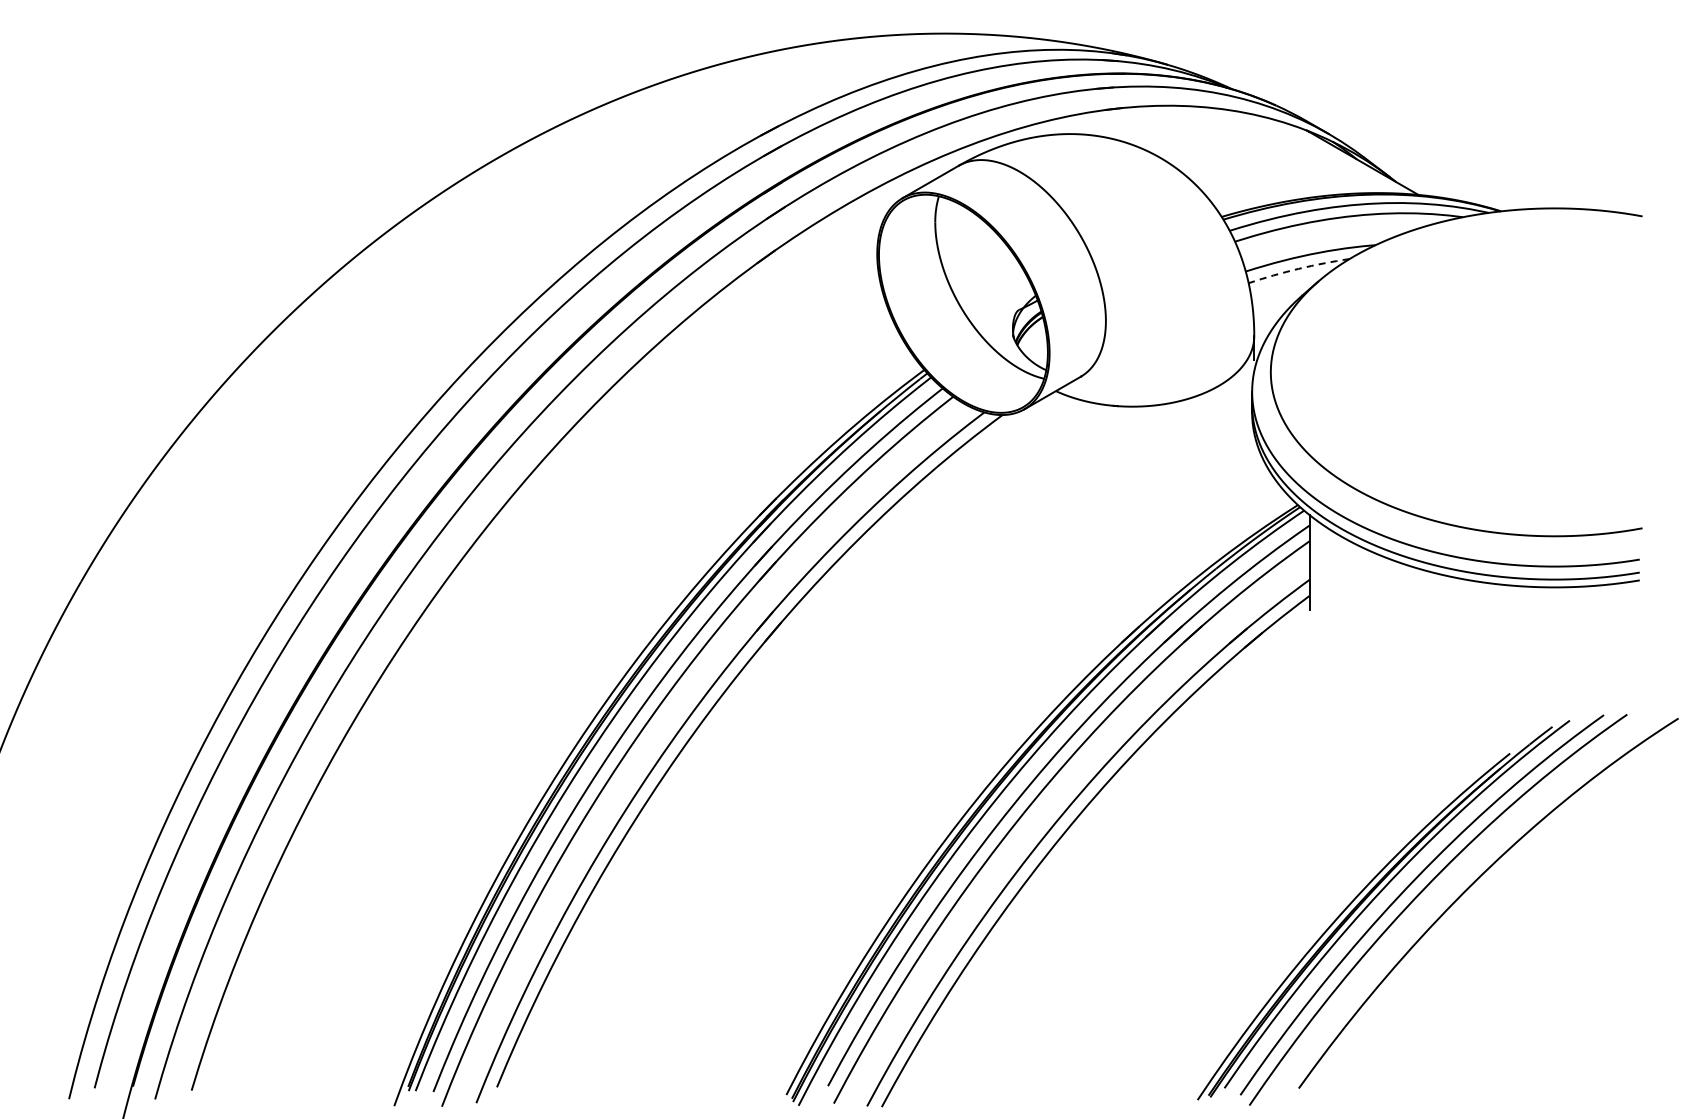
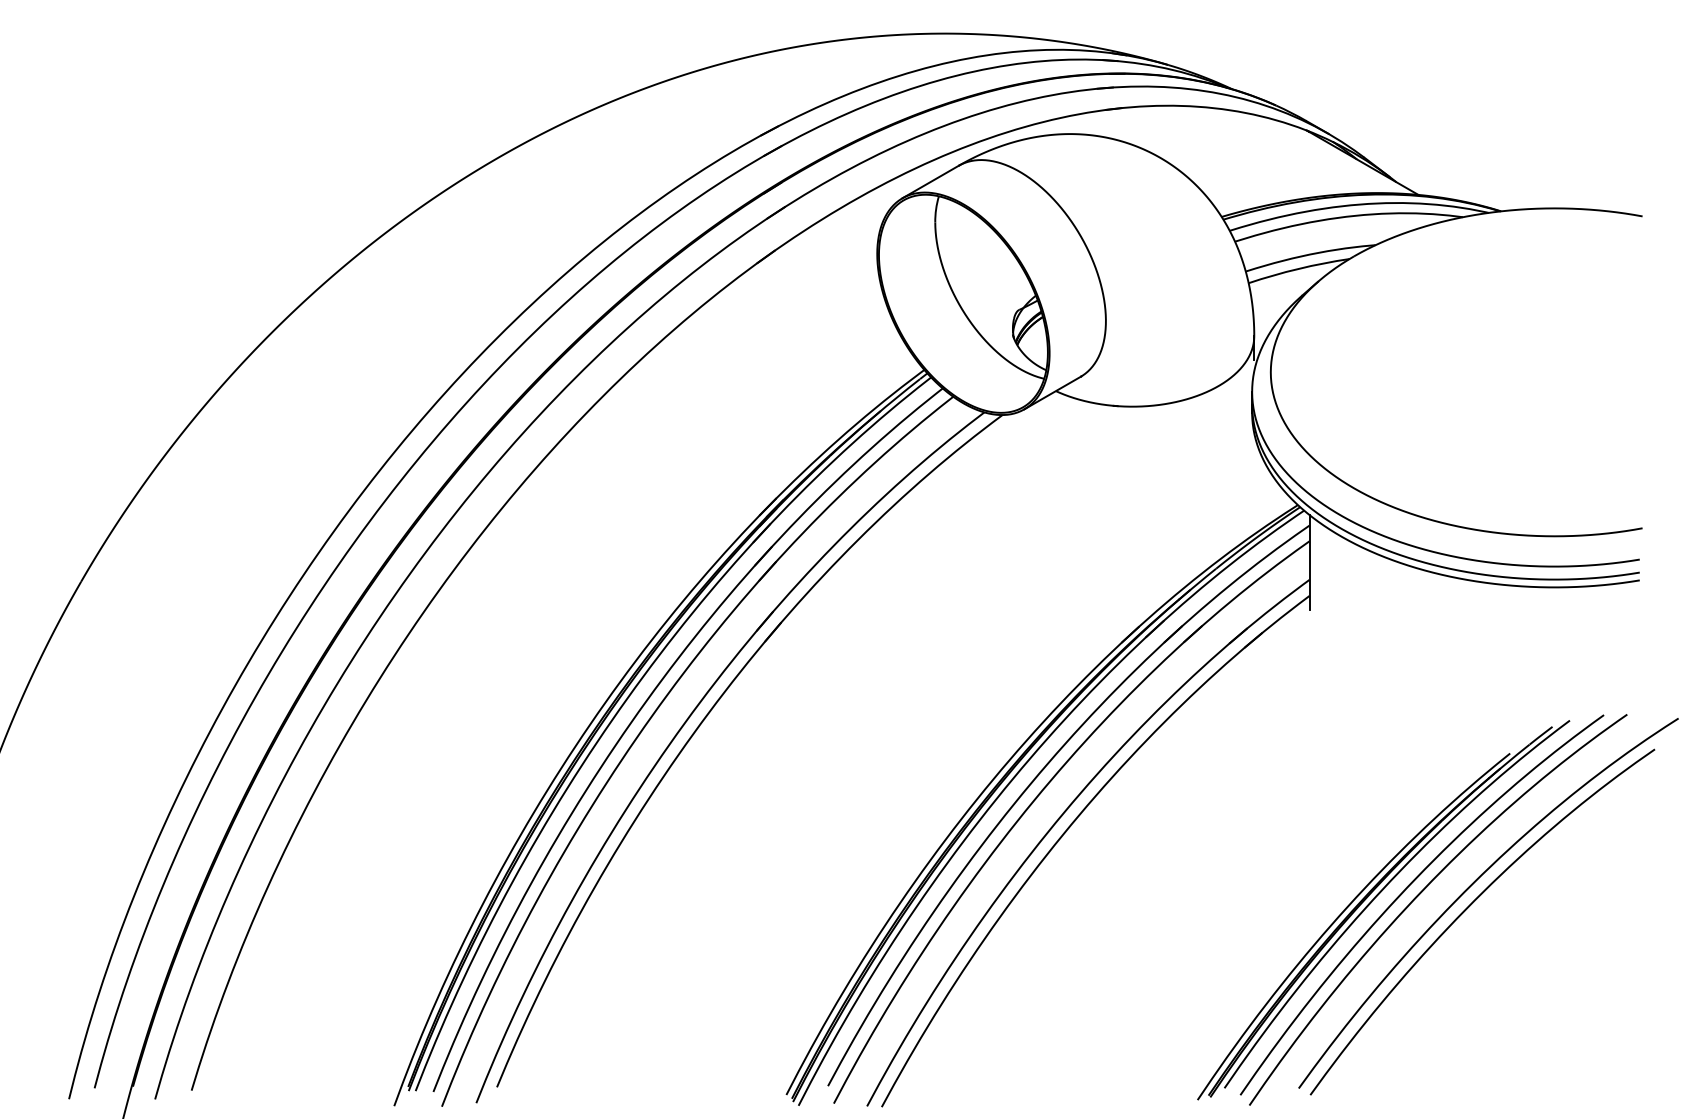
arc at (1298, 268): dashed -> solid
curve at (1469, 907): none -> present
